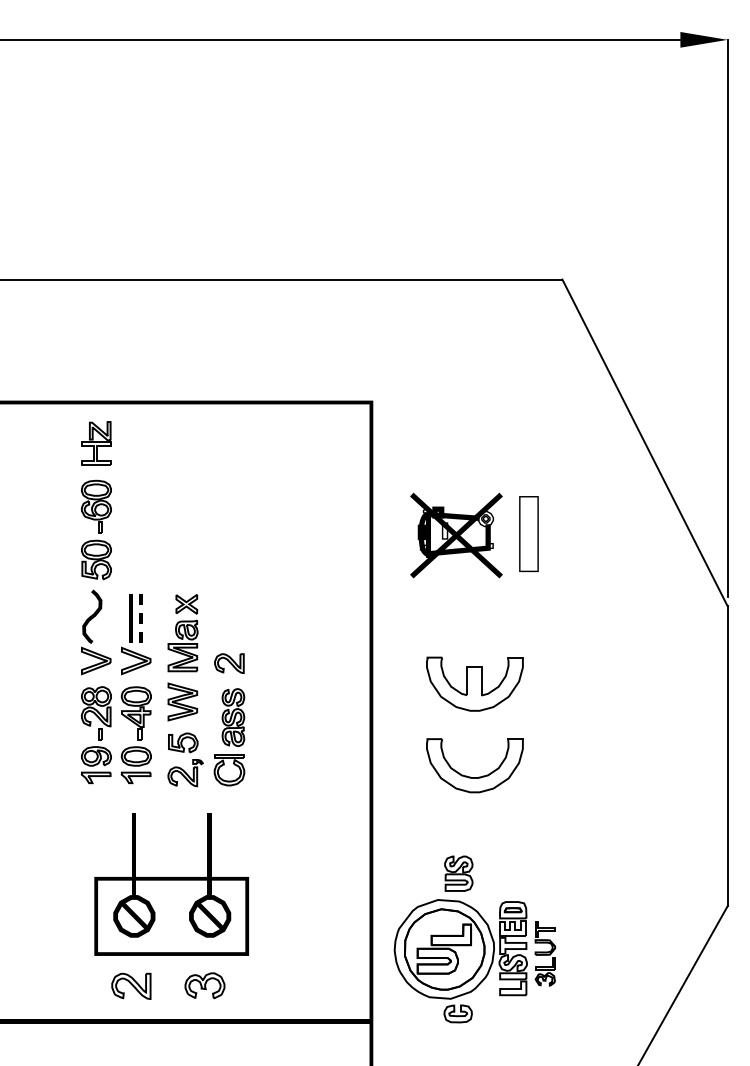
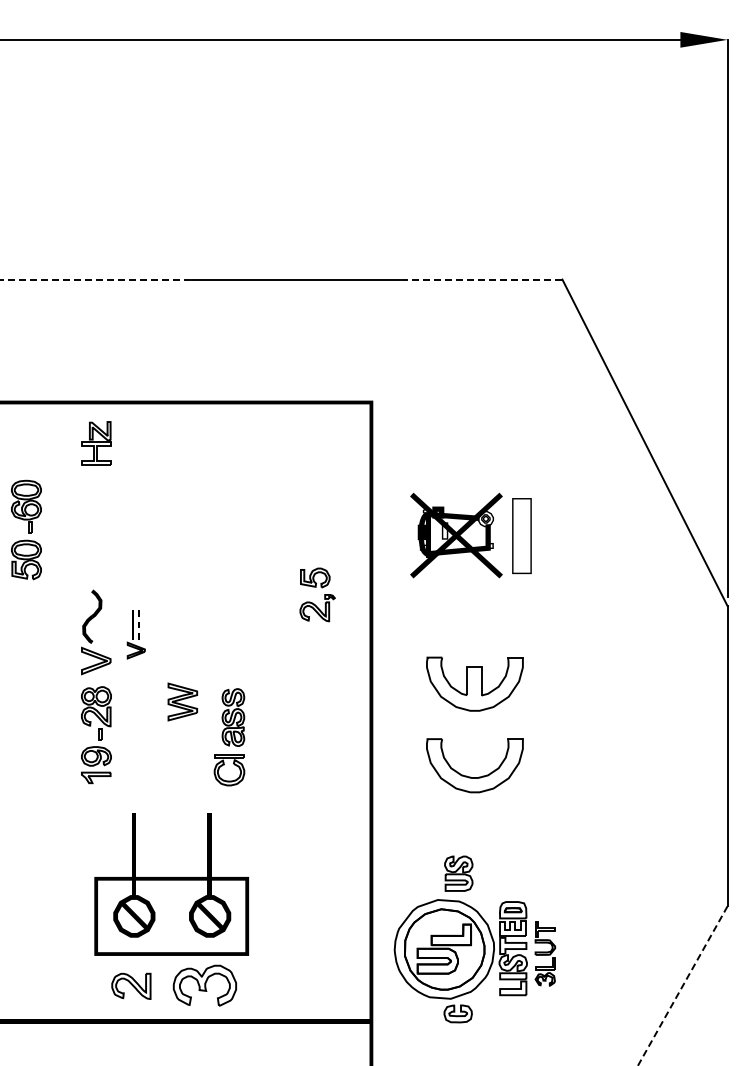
line at (96, 279): solid -> dashed
line at (480, 279): solid -> dashed
part at (96, 529) position: (96, 529) -> (26, 529)
part at (528, 534) position: (528, 534) -> (521, 536)
part at (182, 633): present -> none
part at (136, 634) size: 31x82 px -> 20x50 px
part at (229, 663): present -> none
part at (135, 735): present -> none
part at (192, 759) position: (192, 759) -> (324, 594)
part at (204, 985) size: 42x28 px -> 65x43 px
line at (683, 985): solid -> dashed
